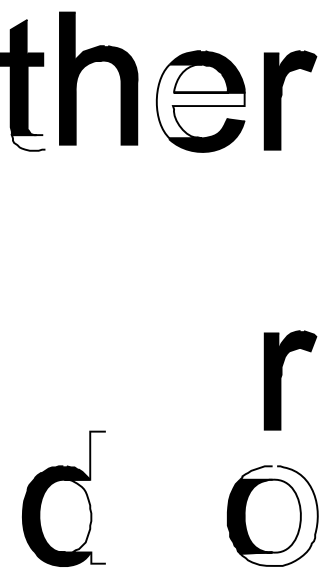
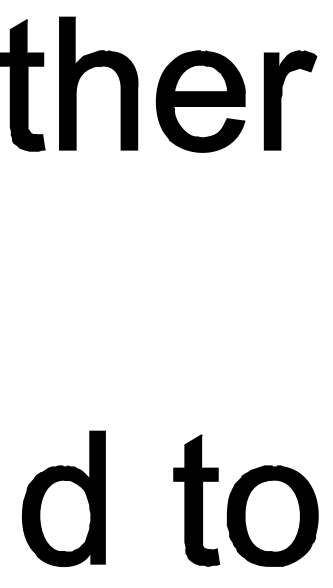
part at (92, 63) position: (92, 63) -> (92, 68)
fill at (200, 101): none -> present
fill at (28, 142): none -> present
part at (281, 380): present -> none
fill at (84, 497): none -> present
part at (196, 500): none -> present
fill at (278, 515): none -> present
